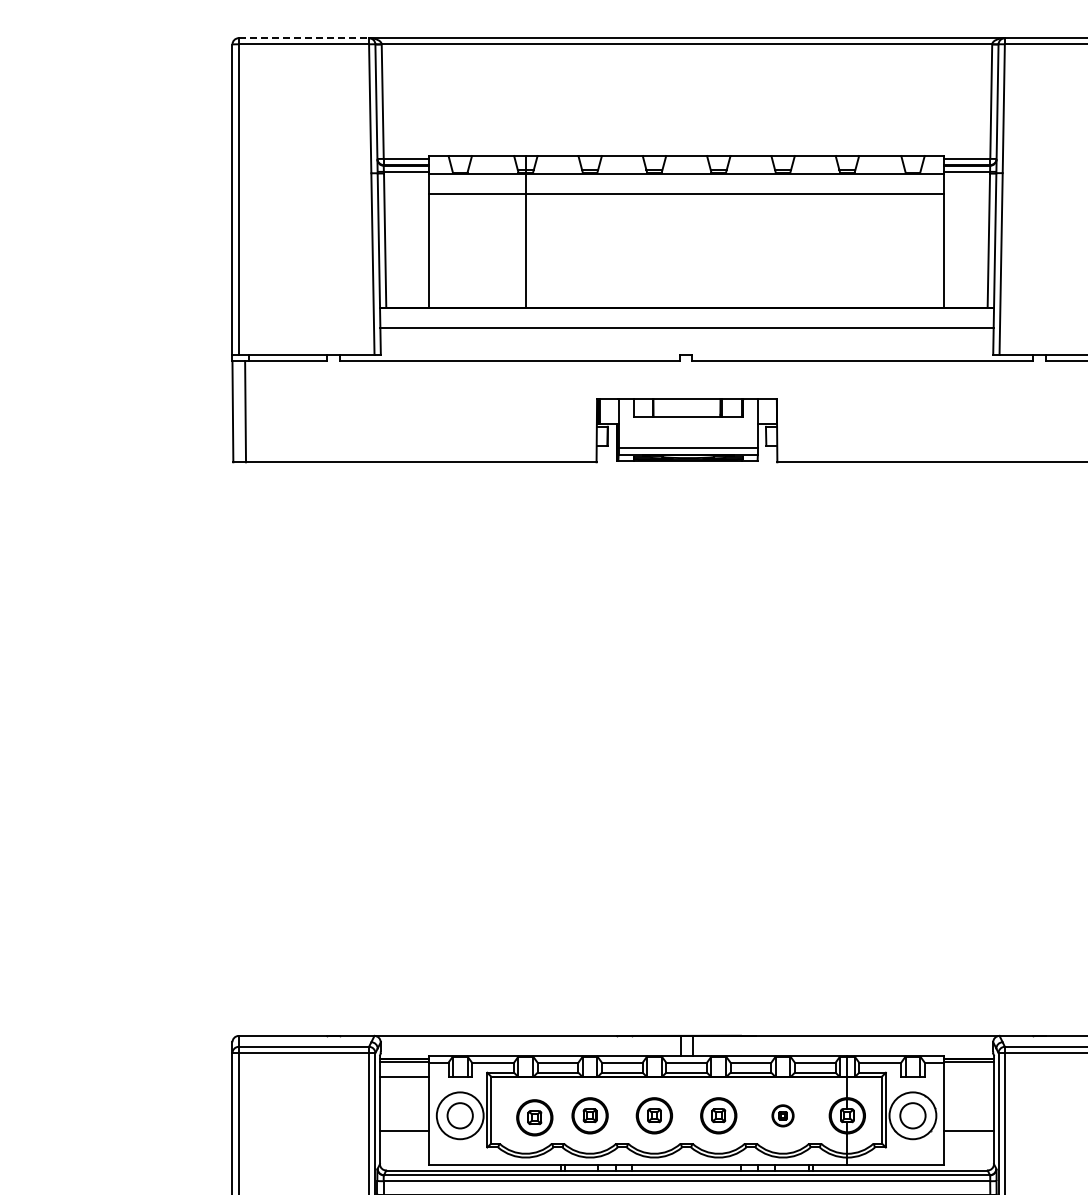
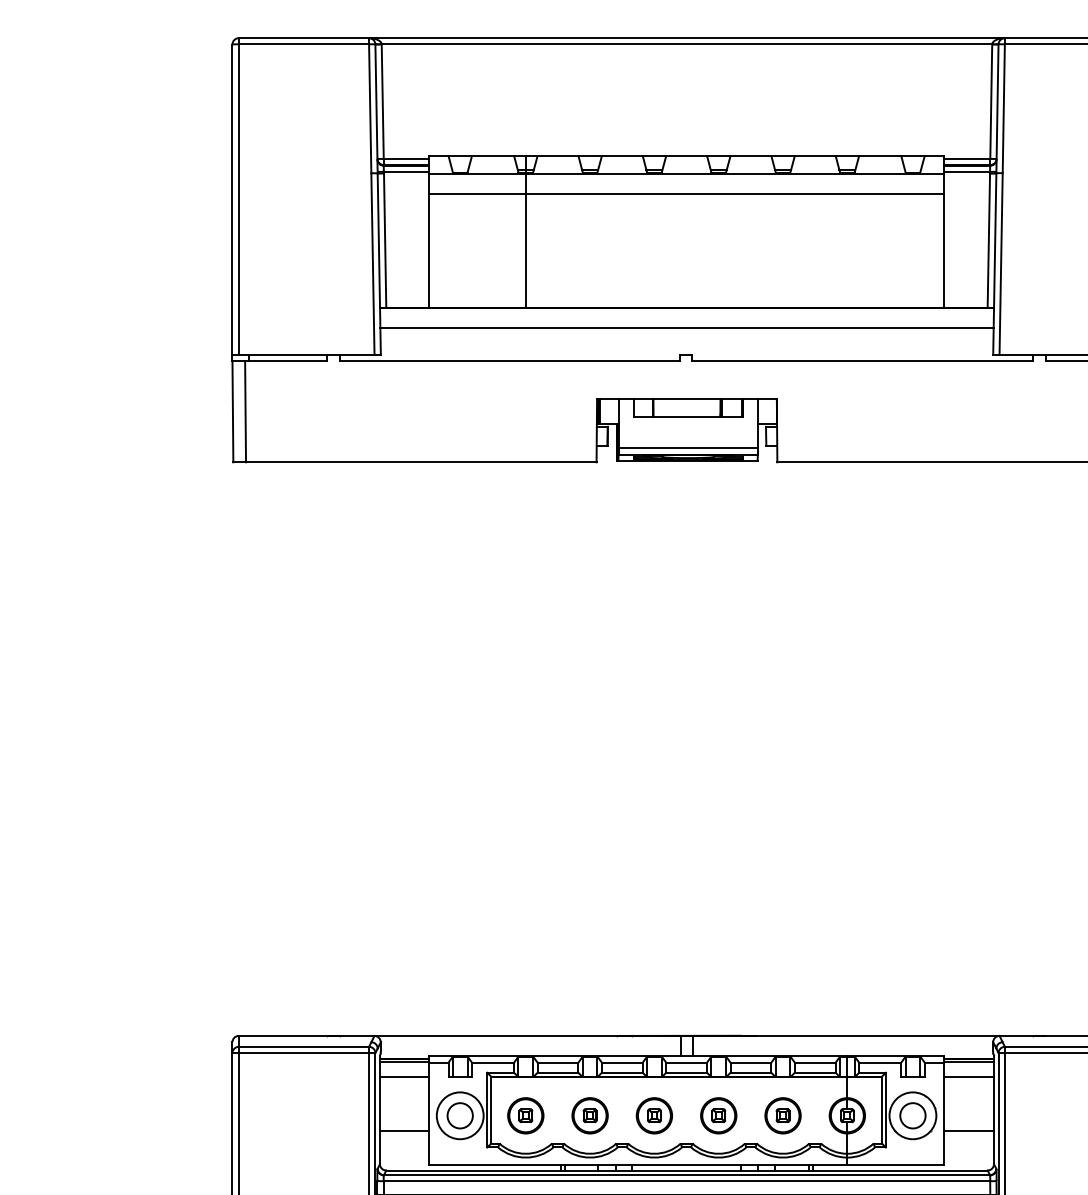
line at (304, 38): dashed -> solid
line at (968, 1076): none -> present
part at (782, 1115) size: 24x24 px -> 38x38 px
part at (534, 1117) position: (534, 1117) -> (525, 1115)
